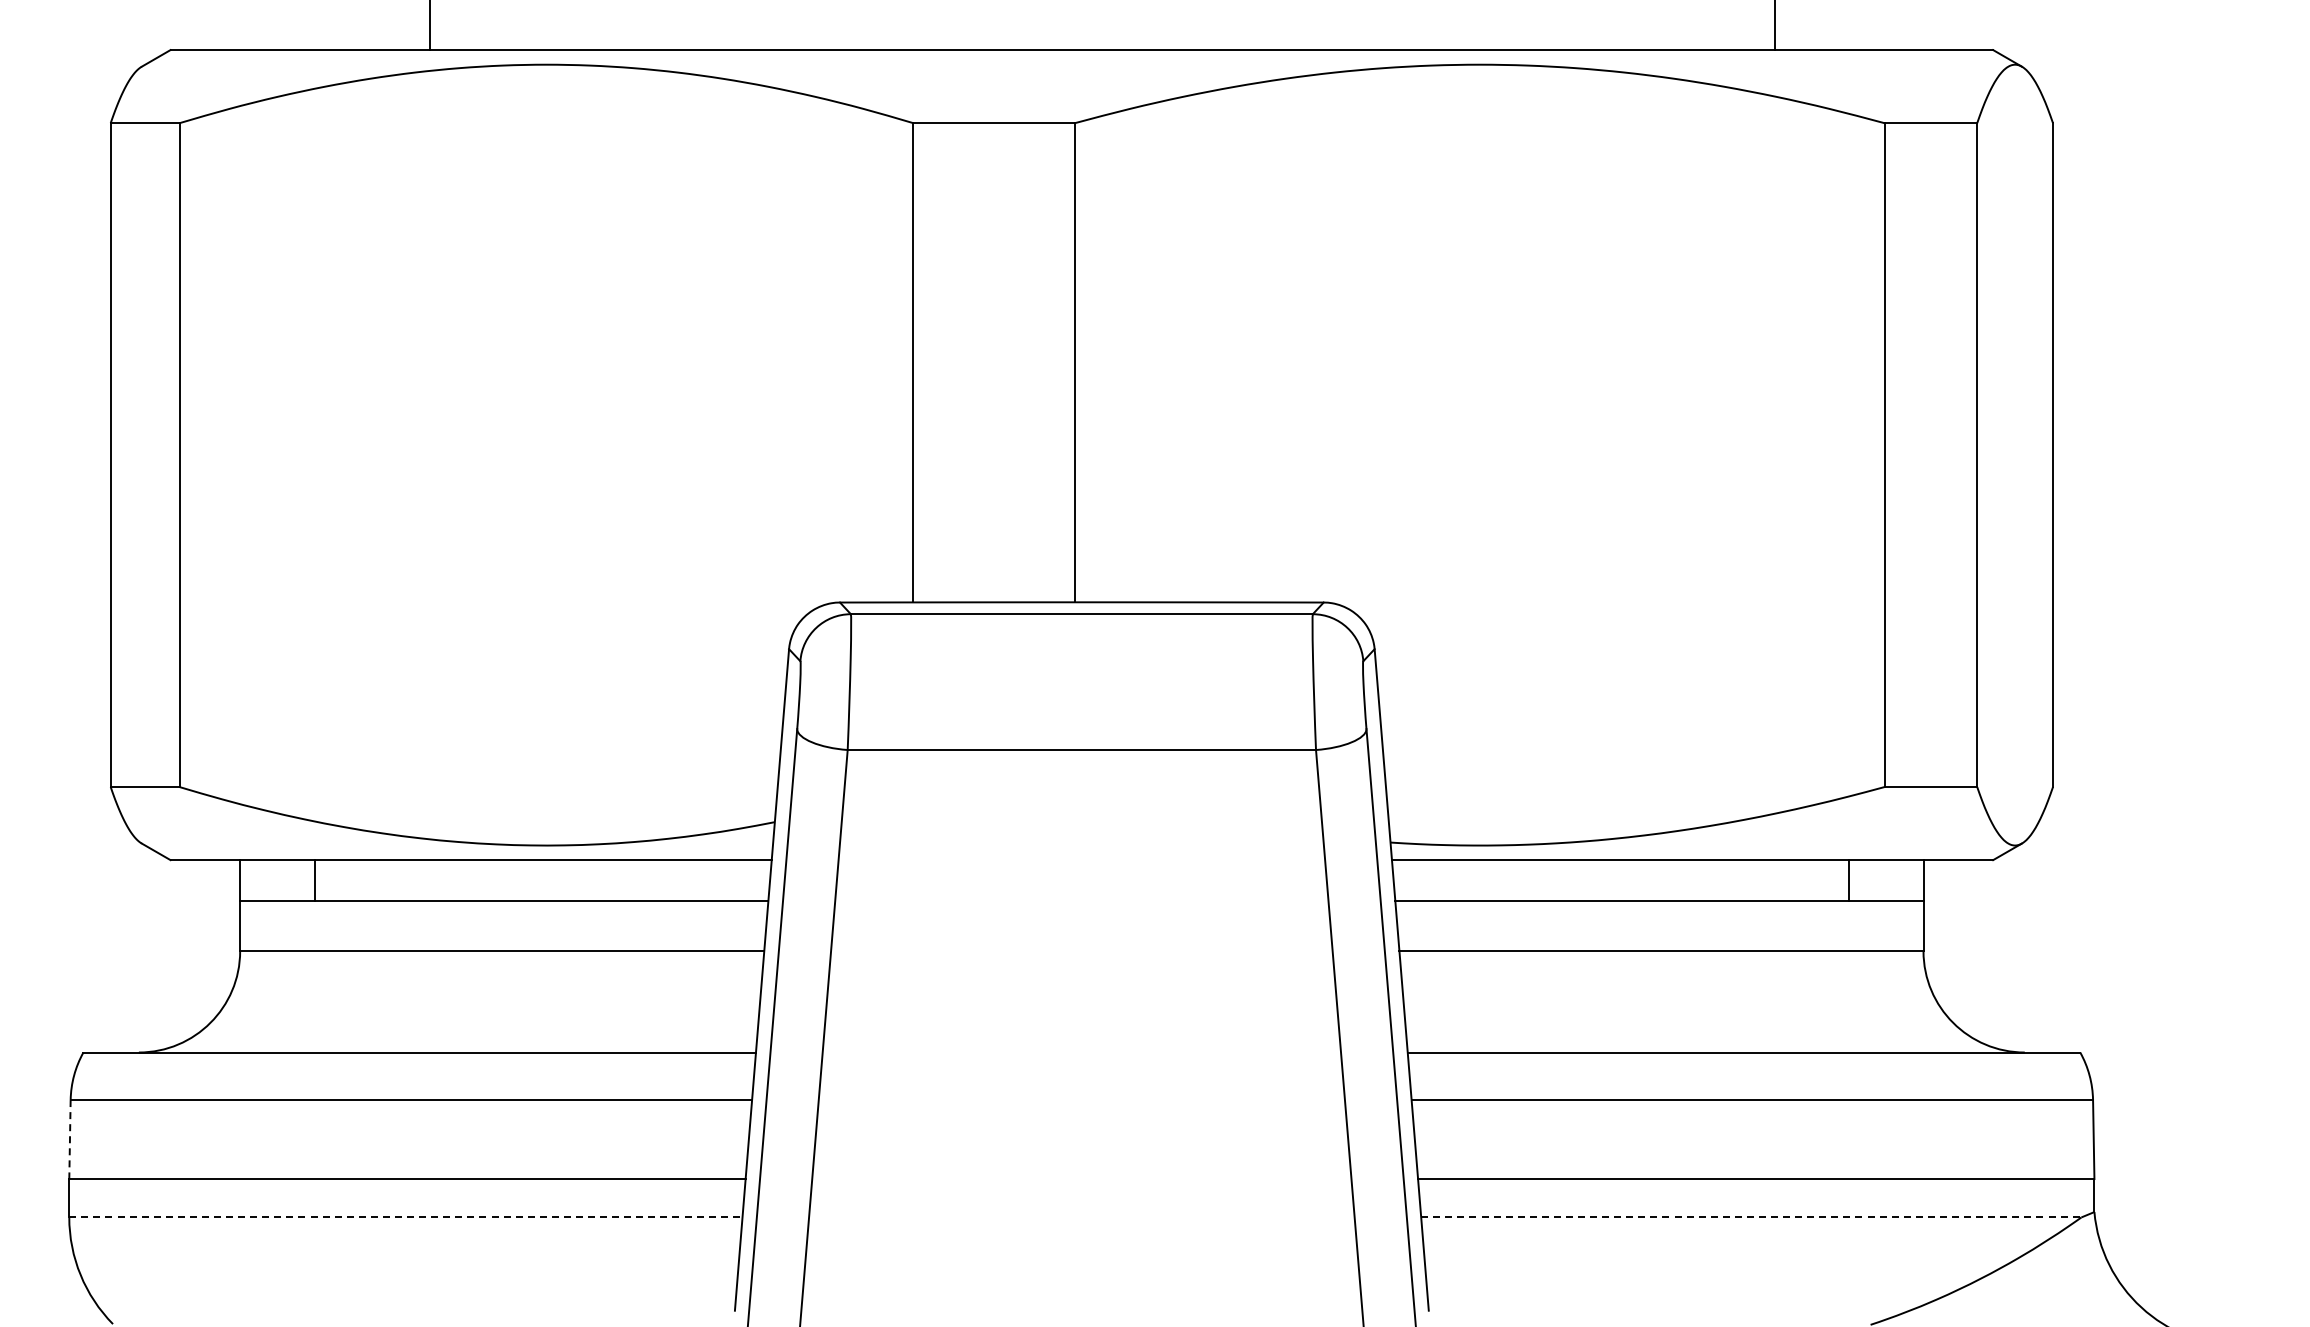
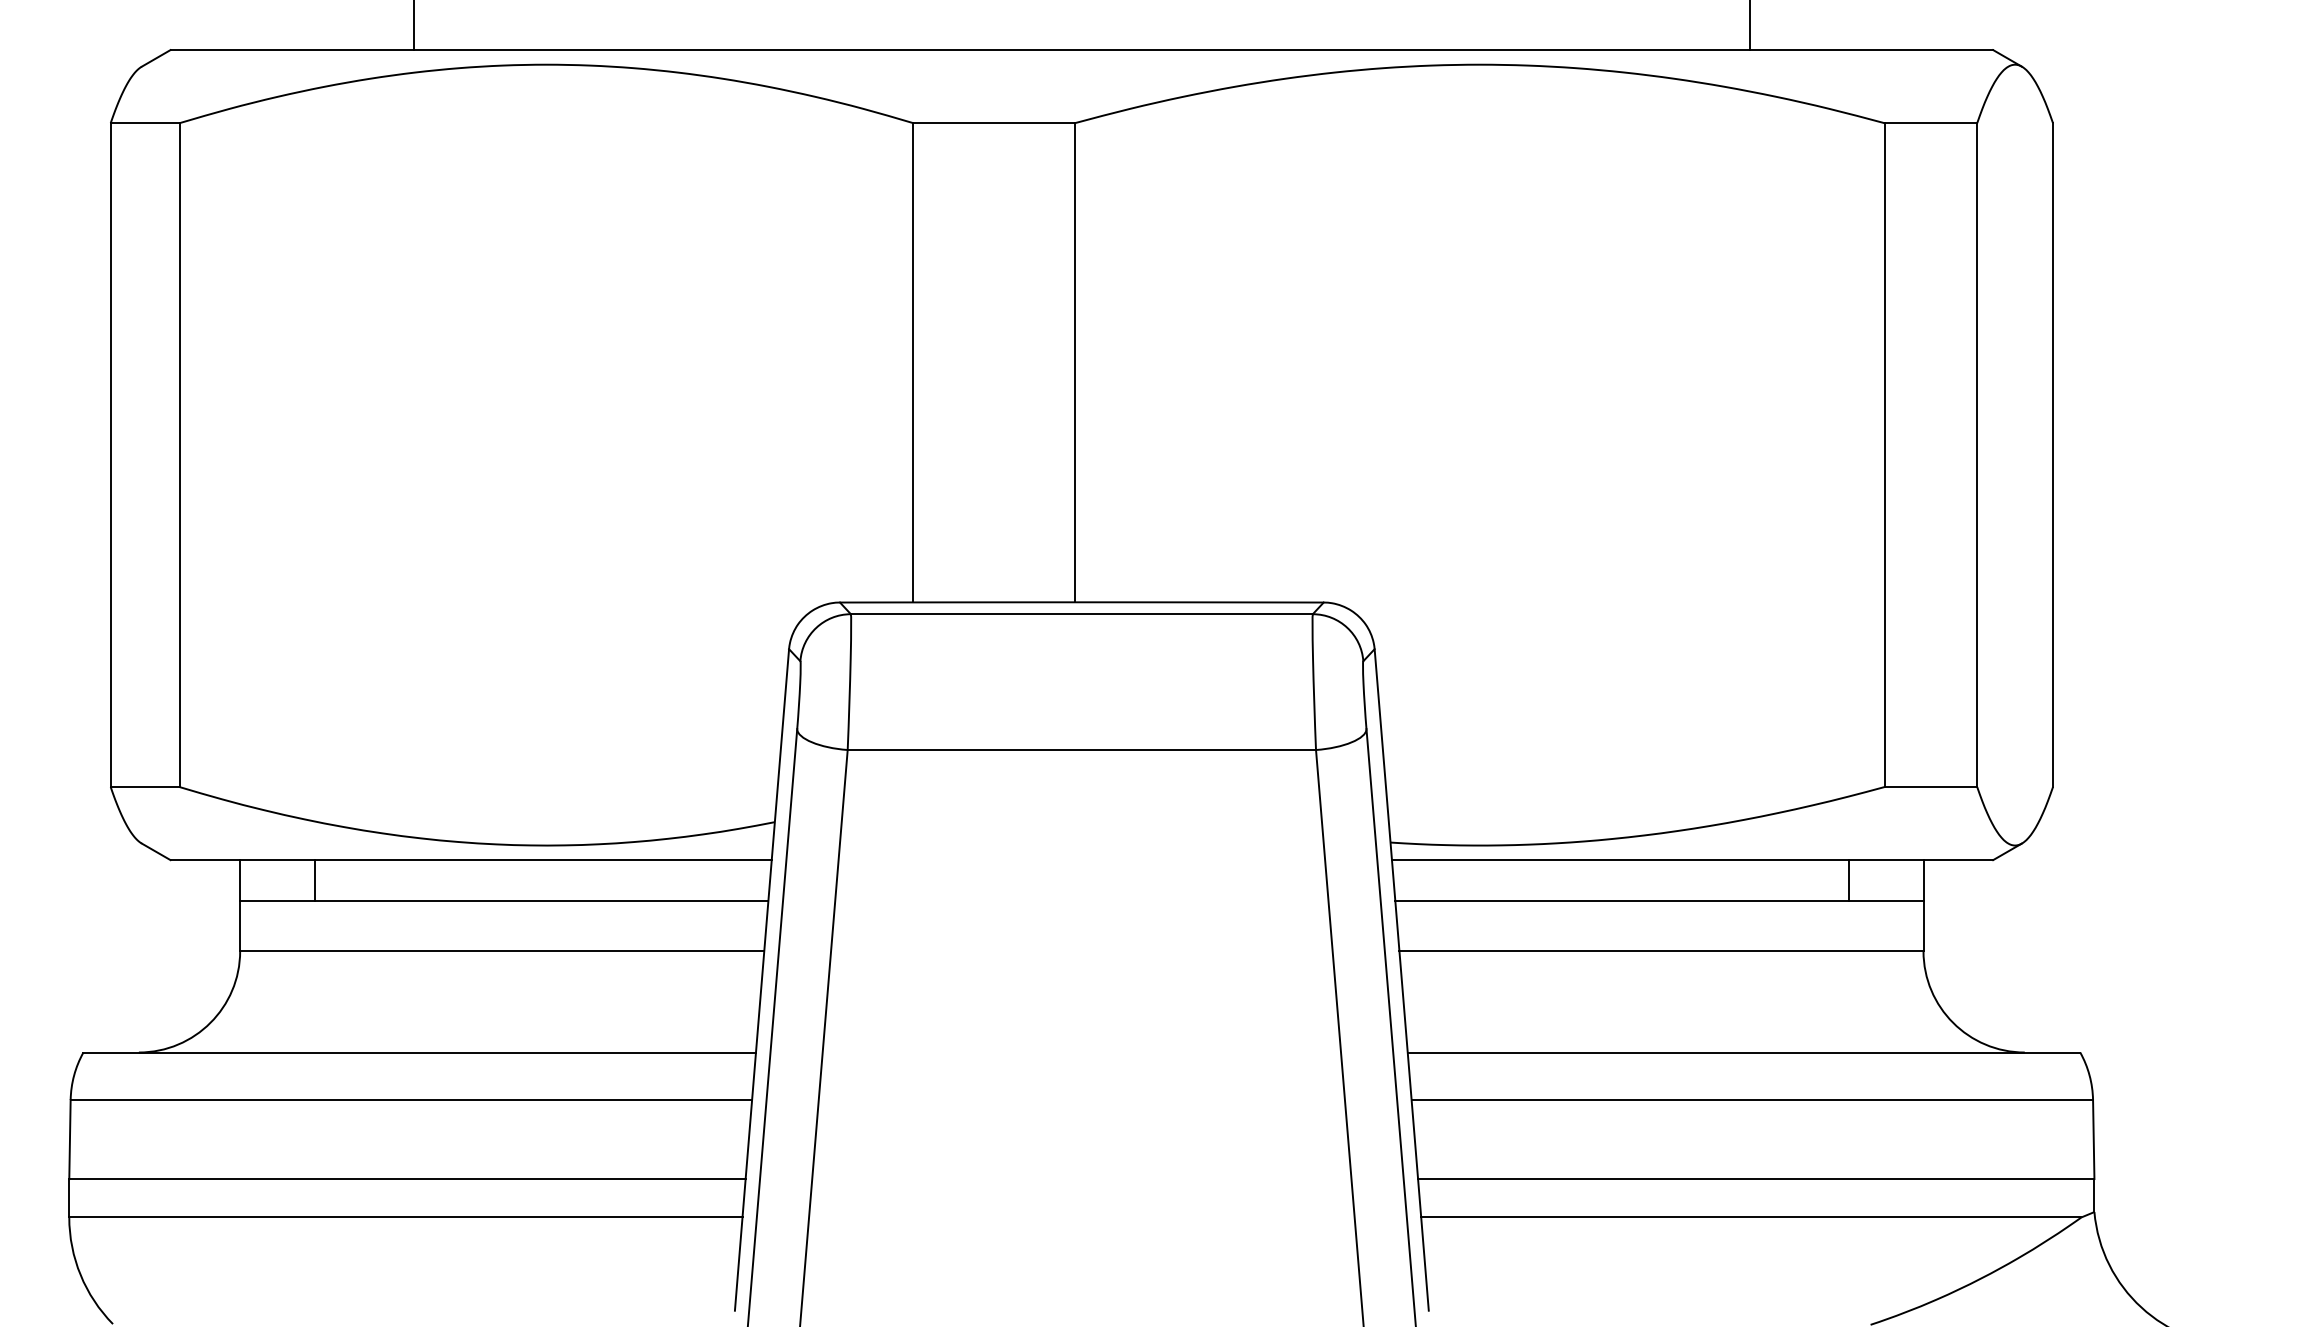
line at (429, 26) position: (429, 26) -> (413, 26)
line at (1775, 26) position: (1775, 26) -> (1750, 26)
line at (69, 1139): dashed -> solid
line at (405, 1217): dashed -> solid
line at (1751, 1217): dashed -> solid
